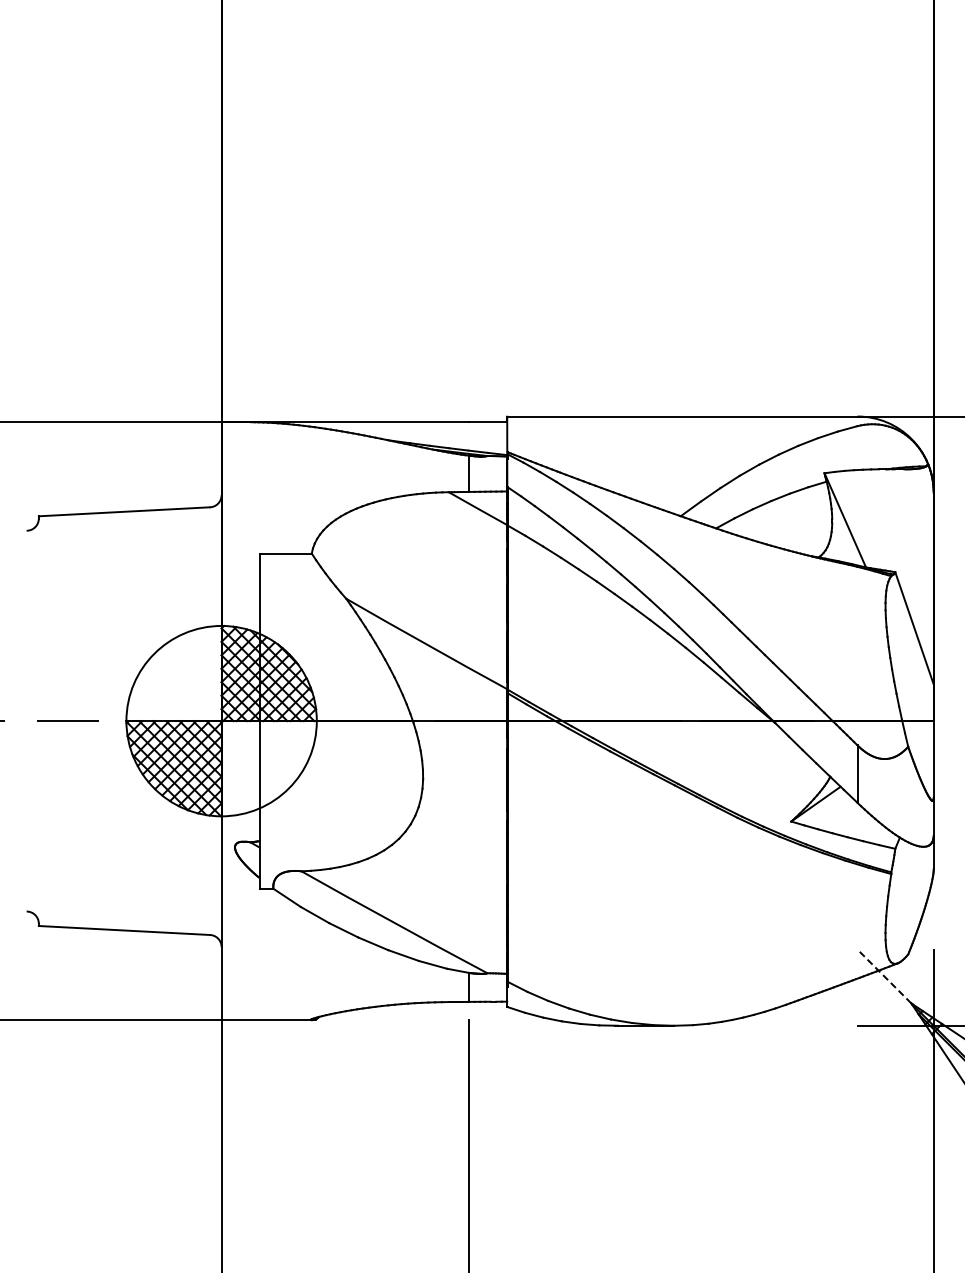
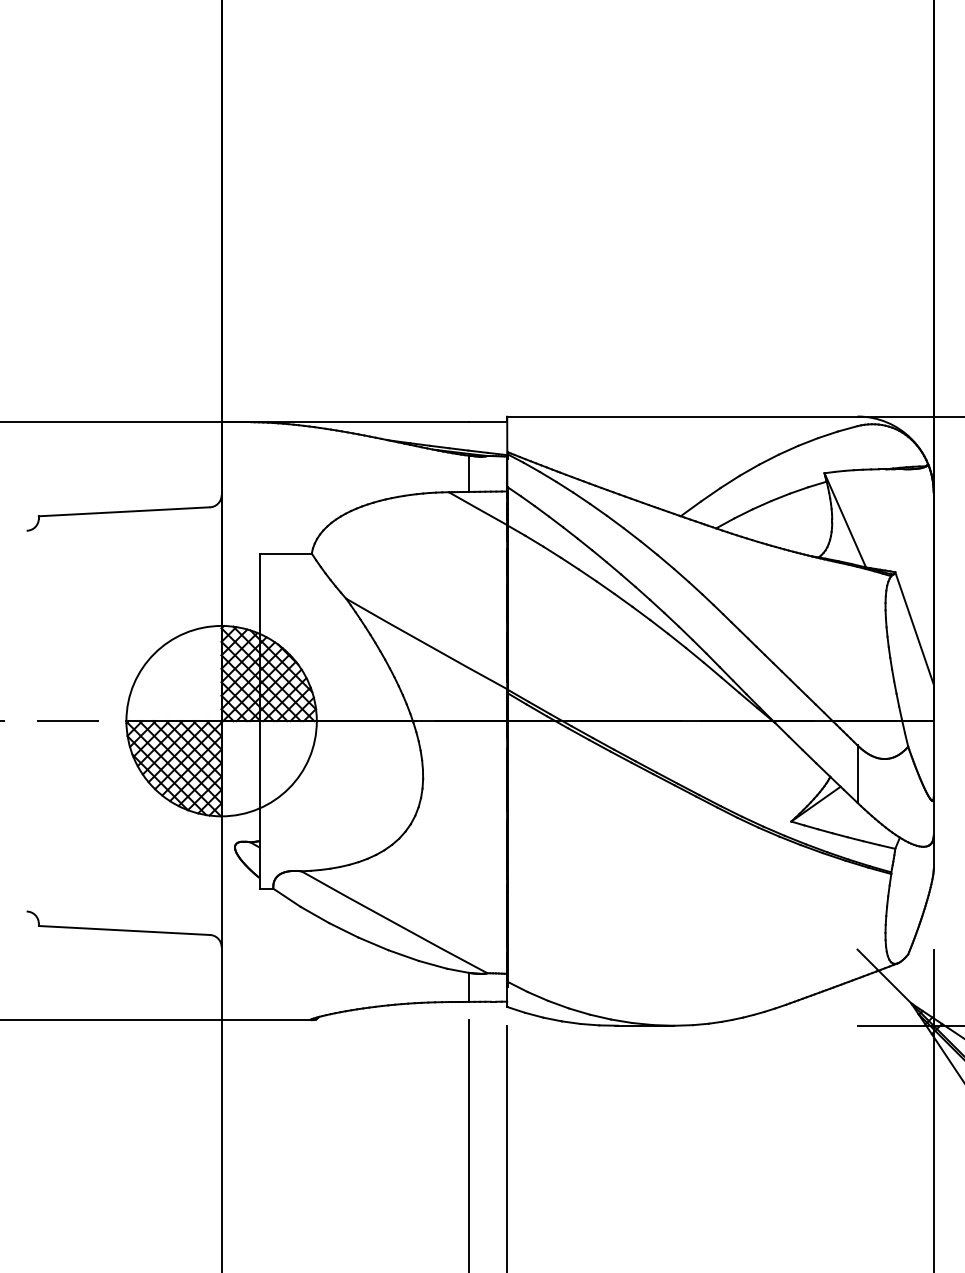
line at (884, 976): dashed -> solid
line at (507, 1147): none -> present
